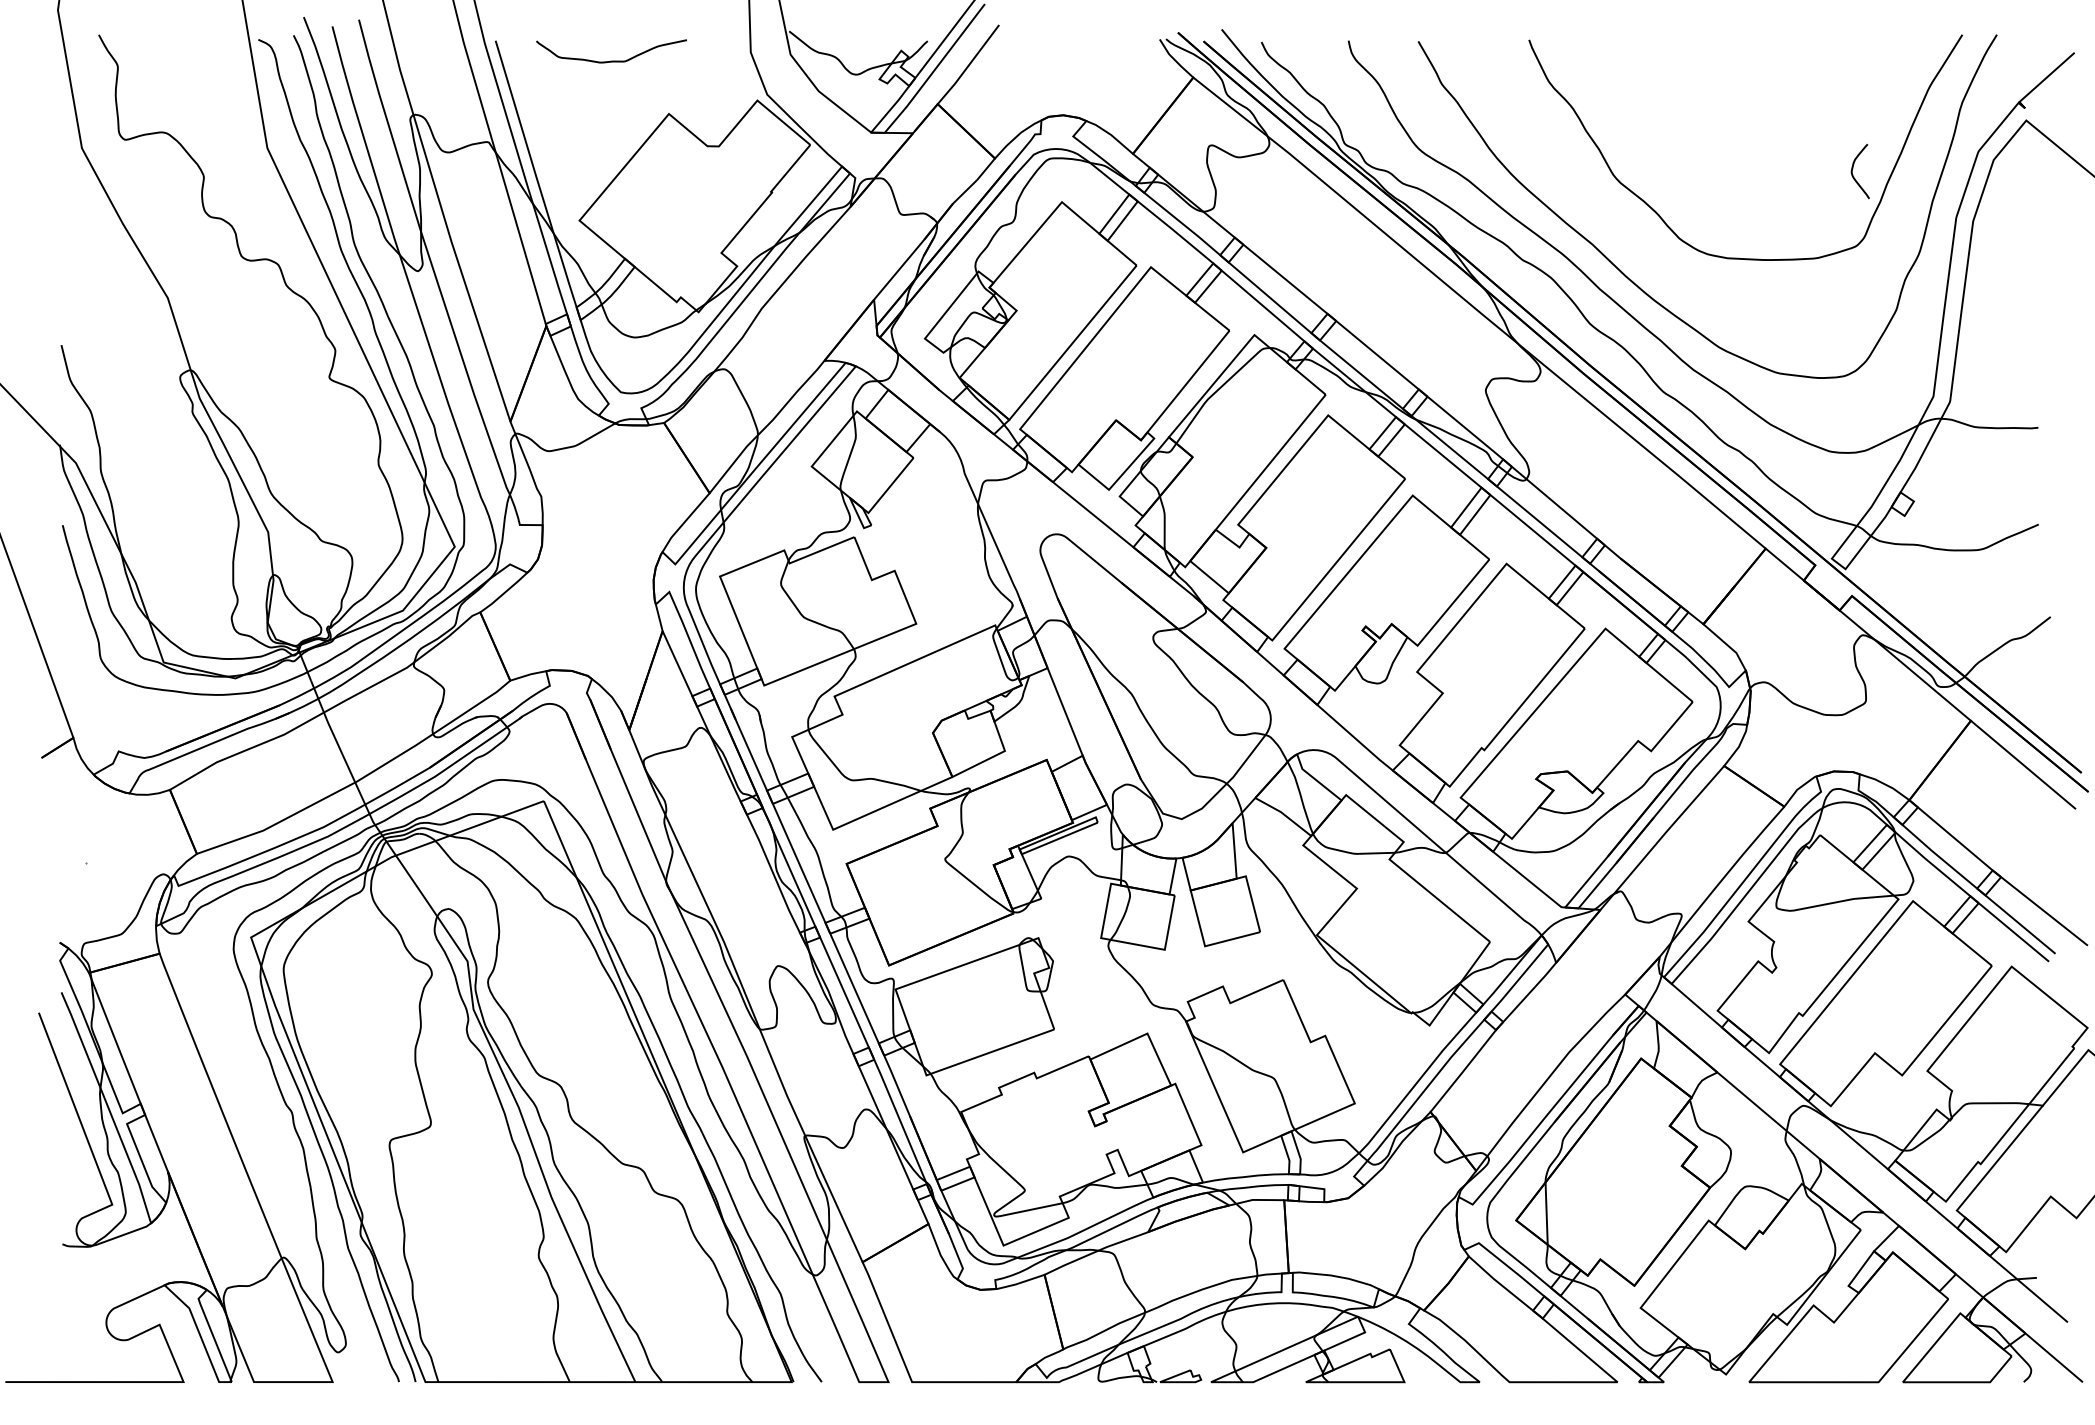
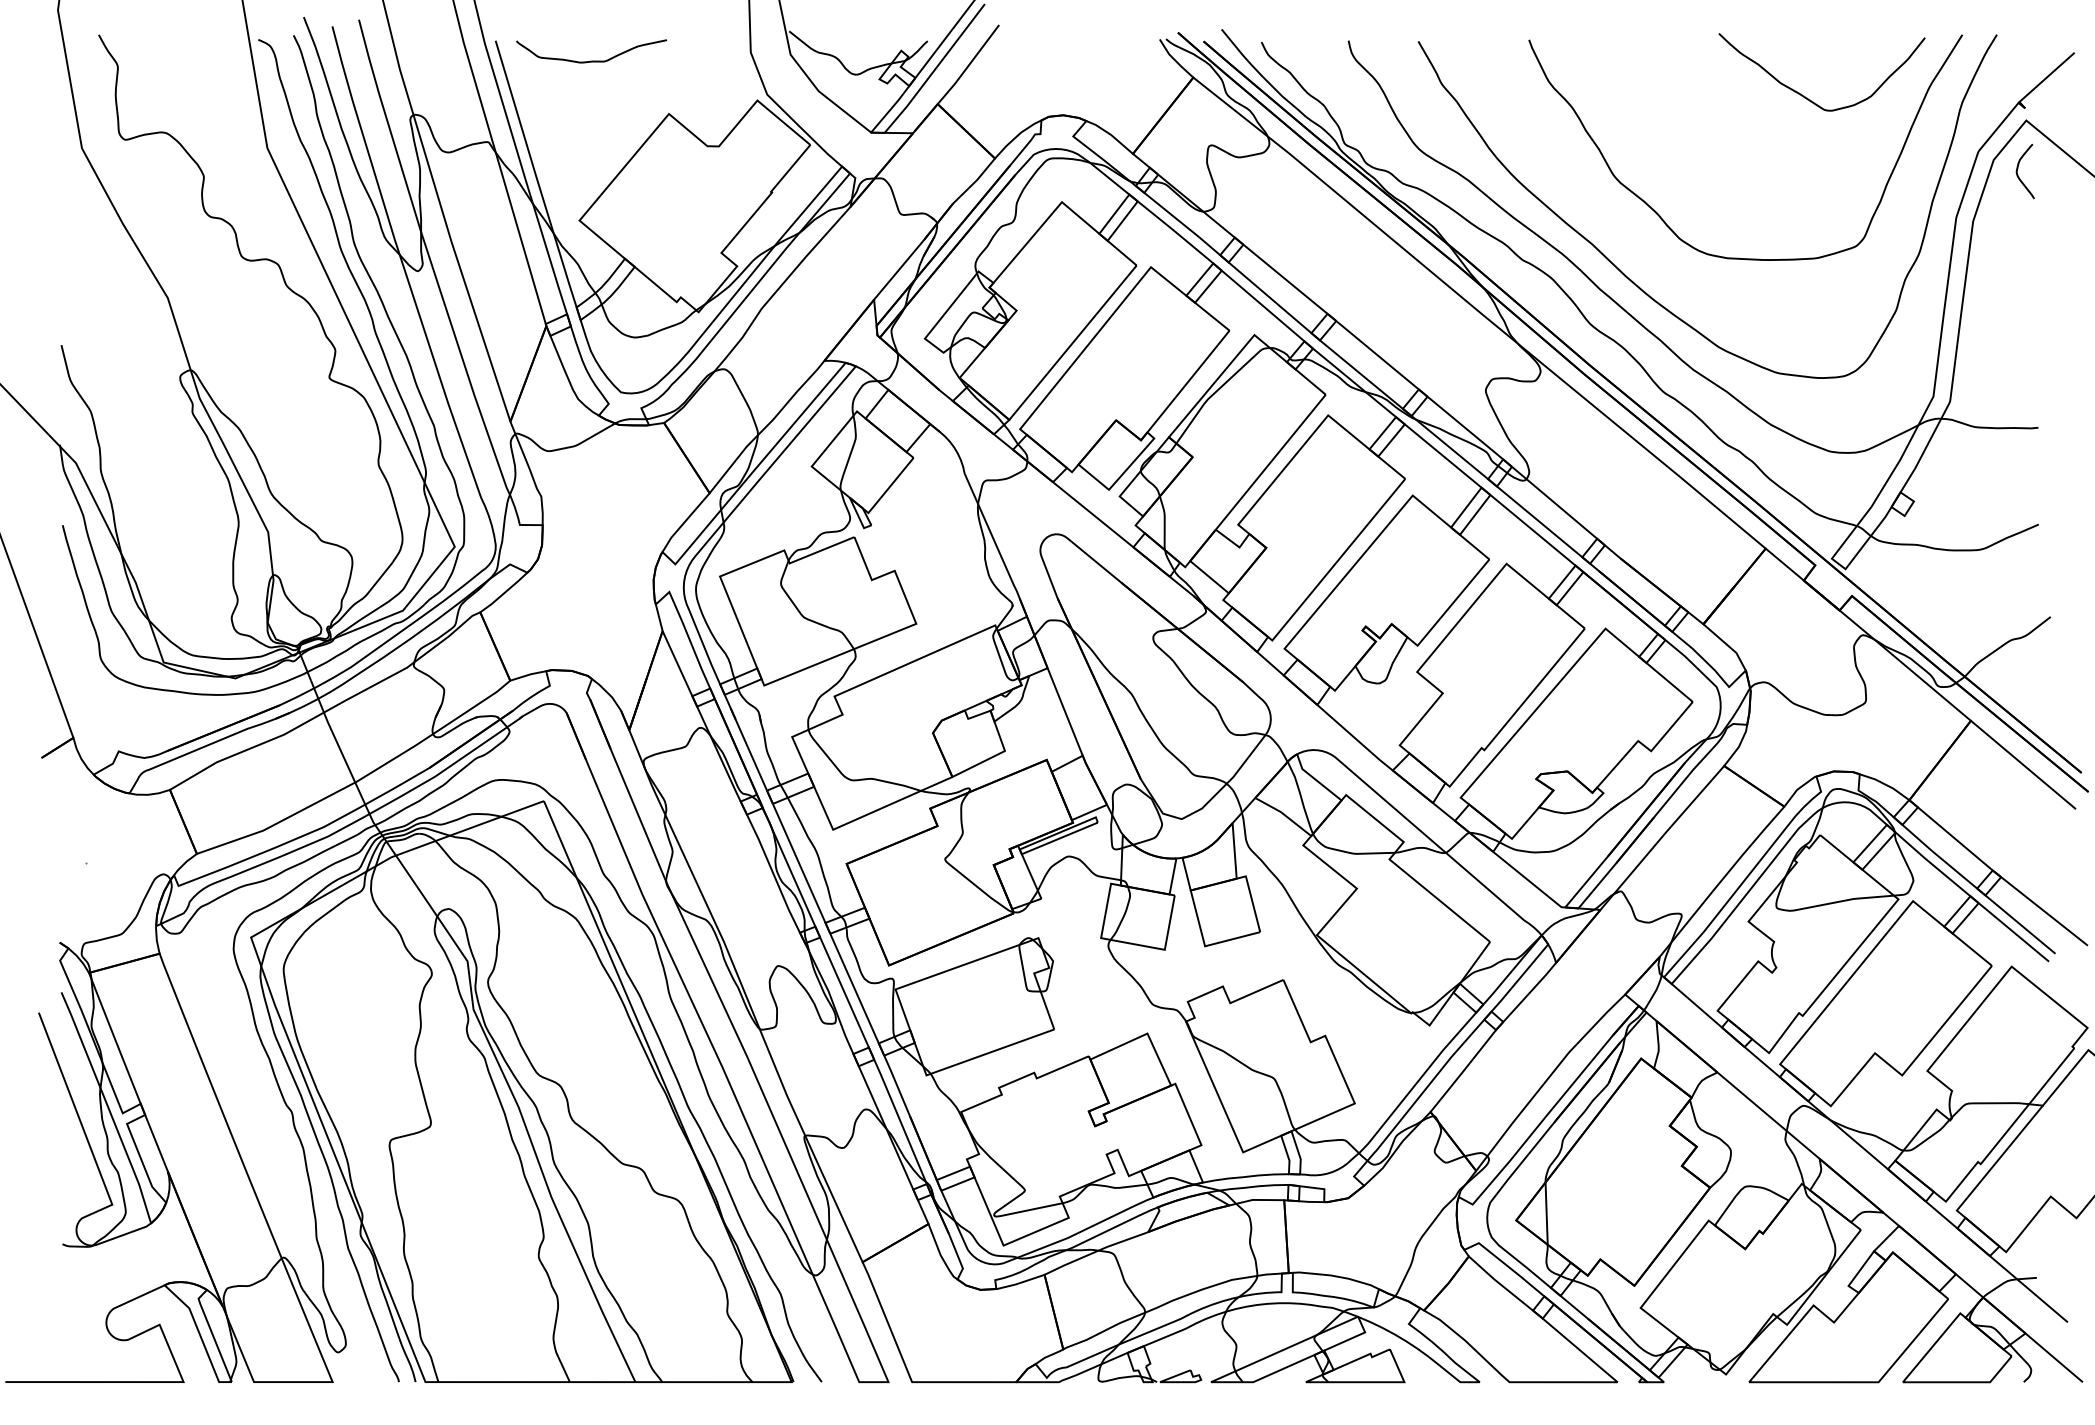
curve at (611, 60) position: (611, 60) -> (591, 60)
curve at (1807, 97): none -> present
curve at (1853, 168) position: (1853, 168) -> (2018, 168)
